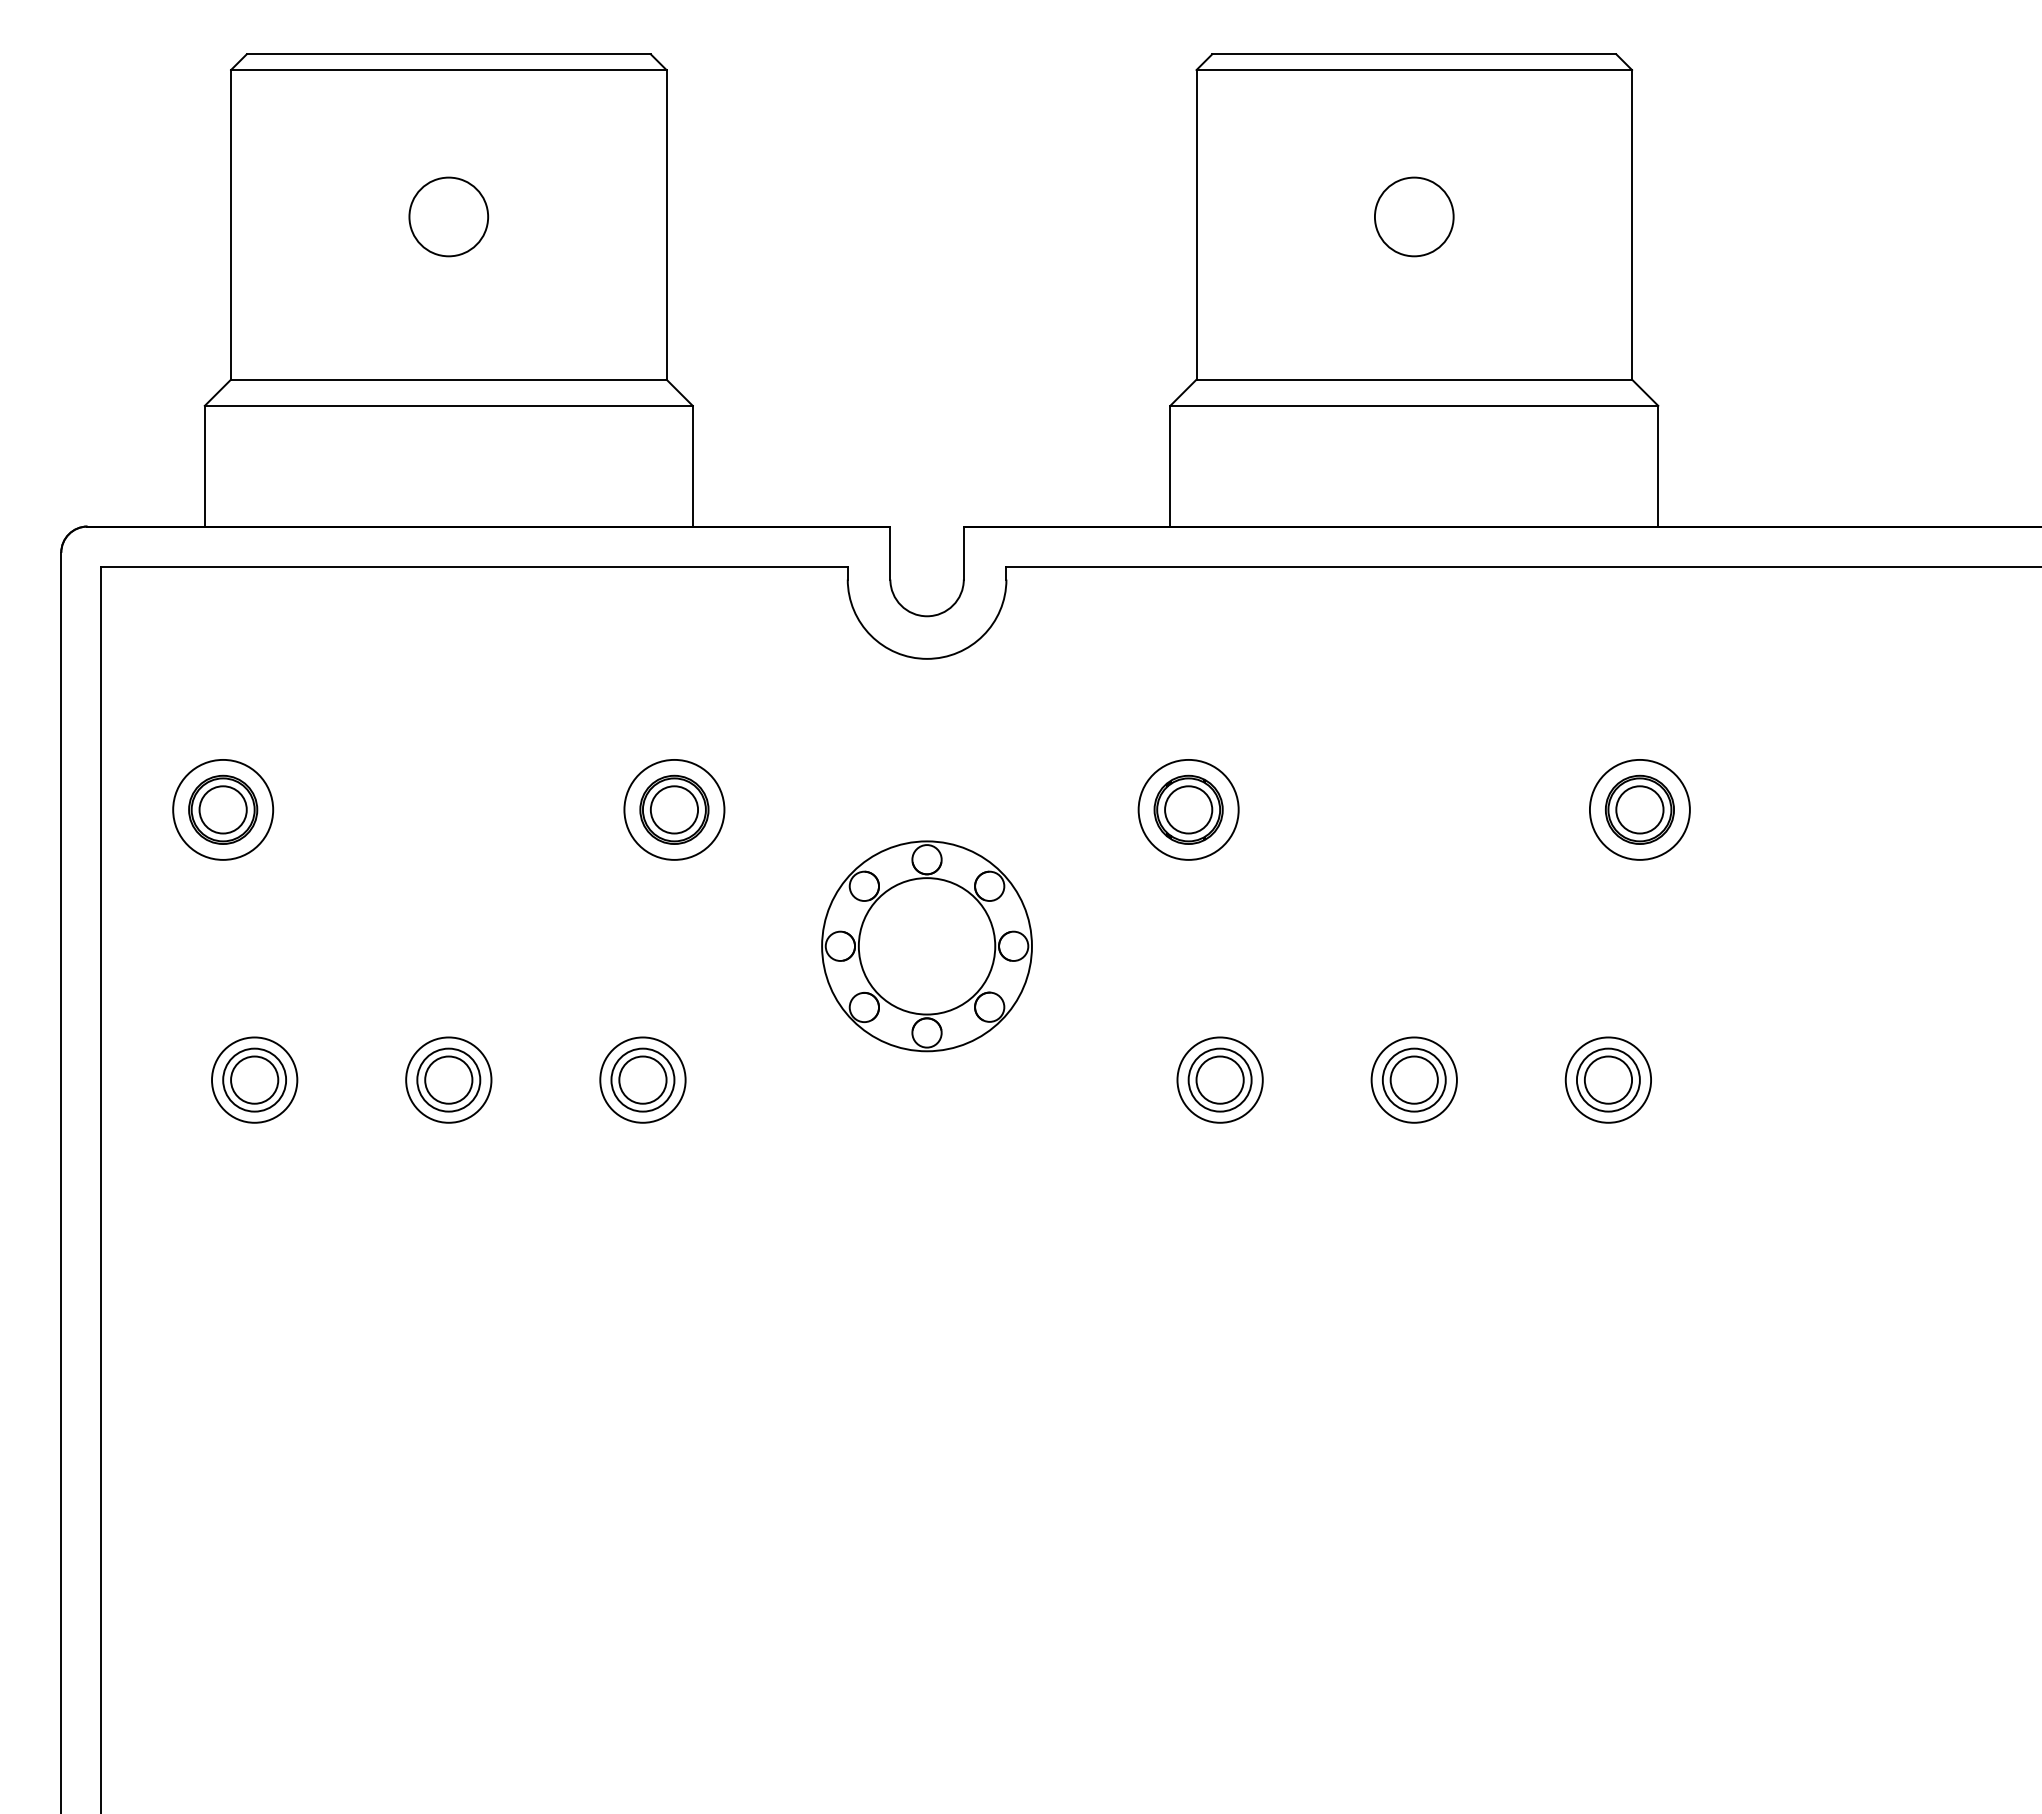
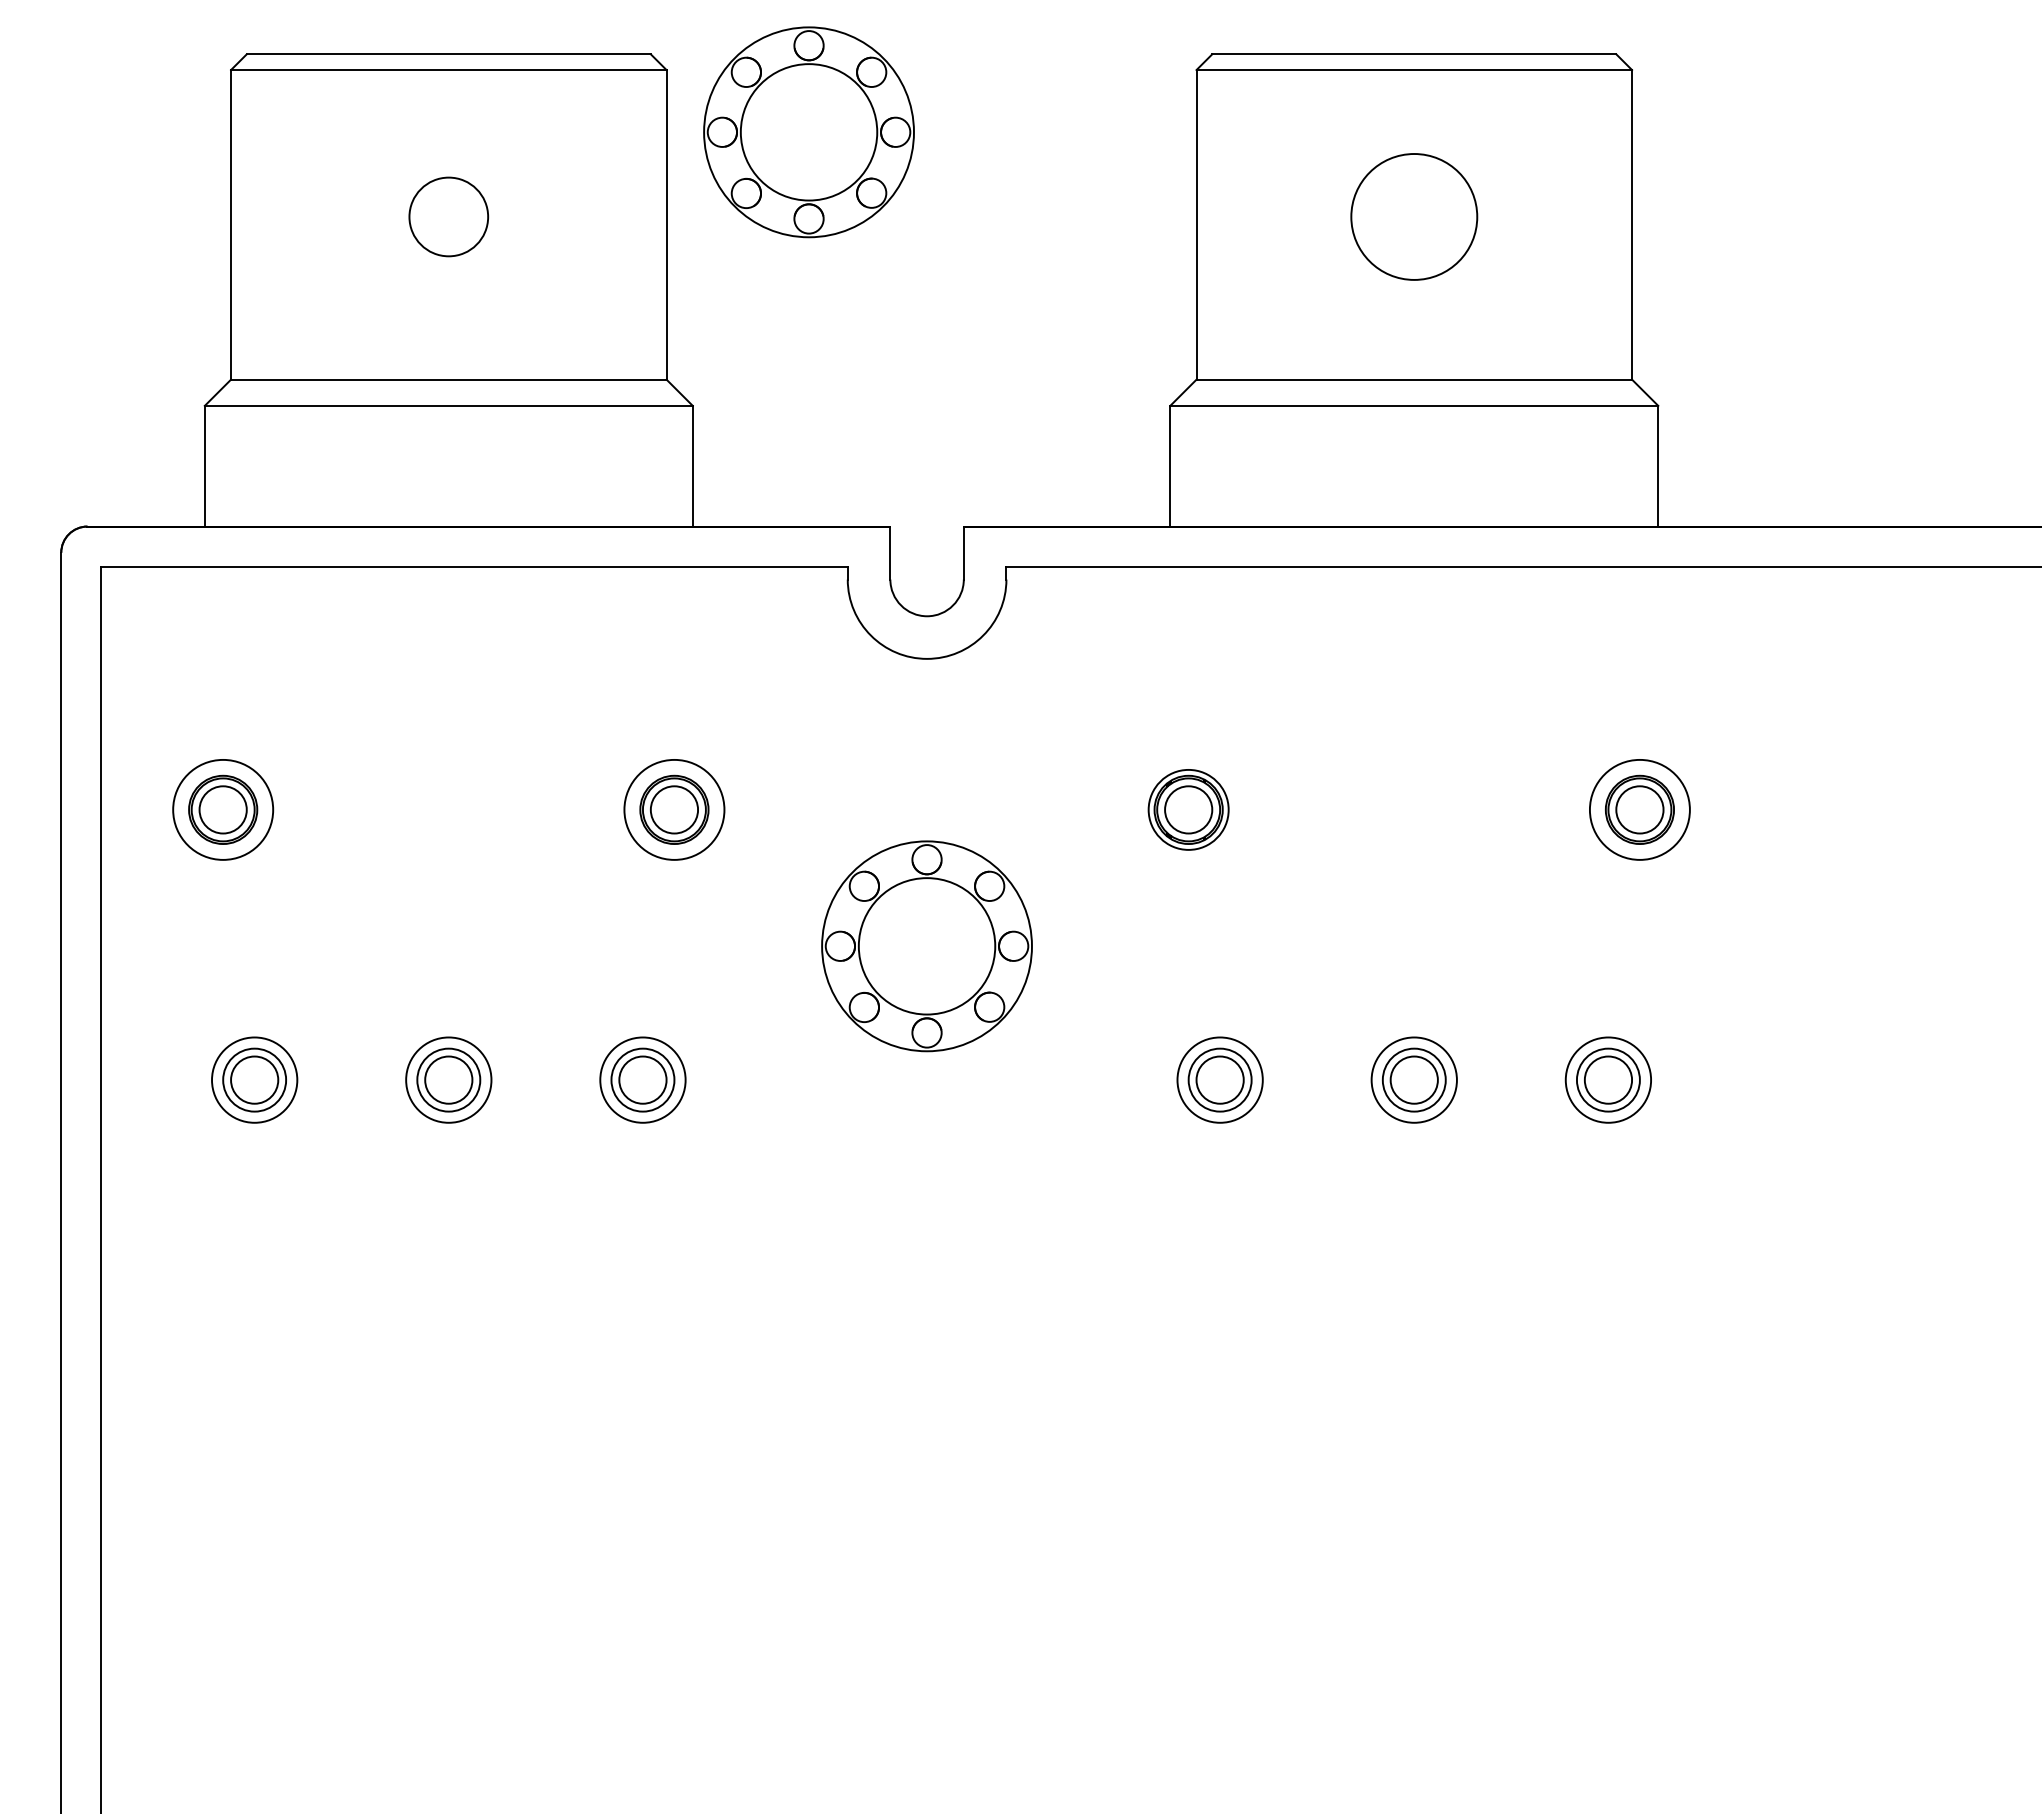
part at (808, 132): none -> present
circle at (1413, 216) diameter: 79 px -> 126 px
circle at (1188, 809) diameter: 100 px -> 80 px
